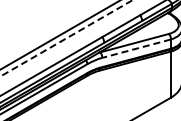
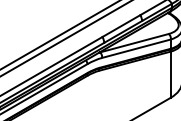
line at (66, 38): dashed -> solid
line at (136, 48): dashed -> solid
